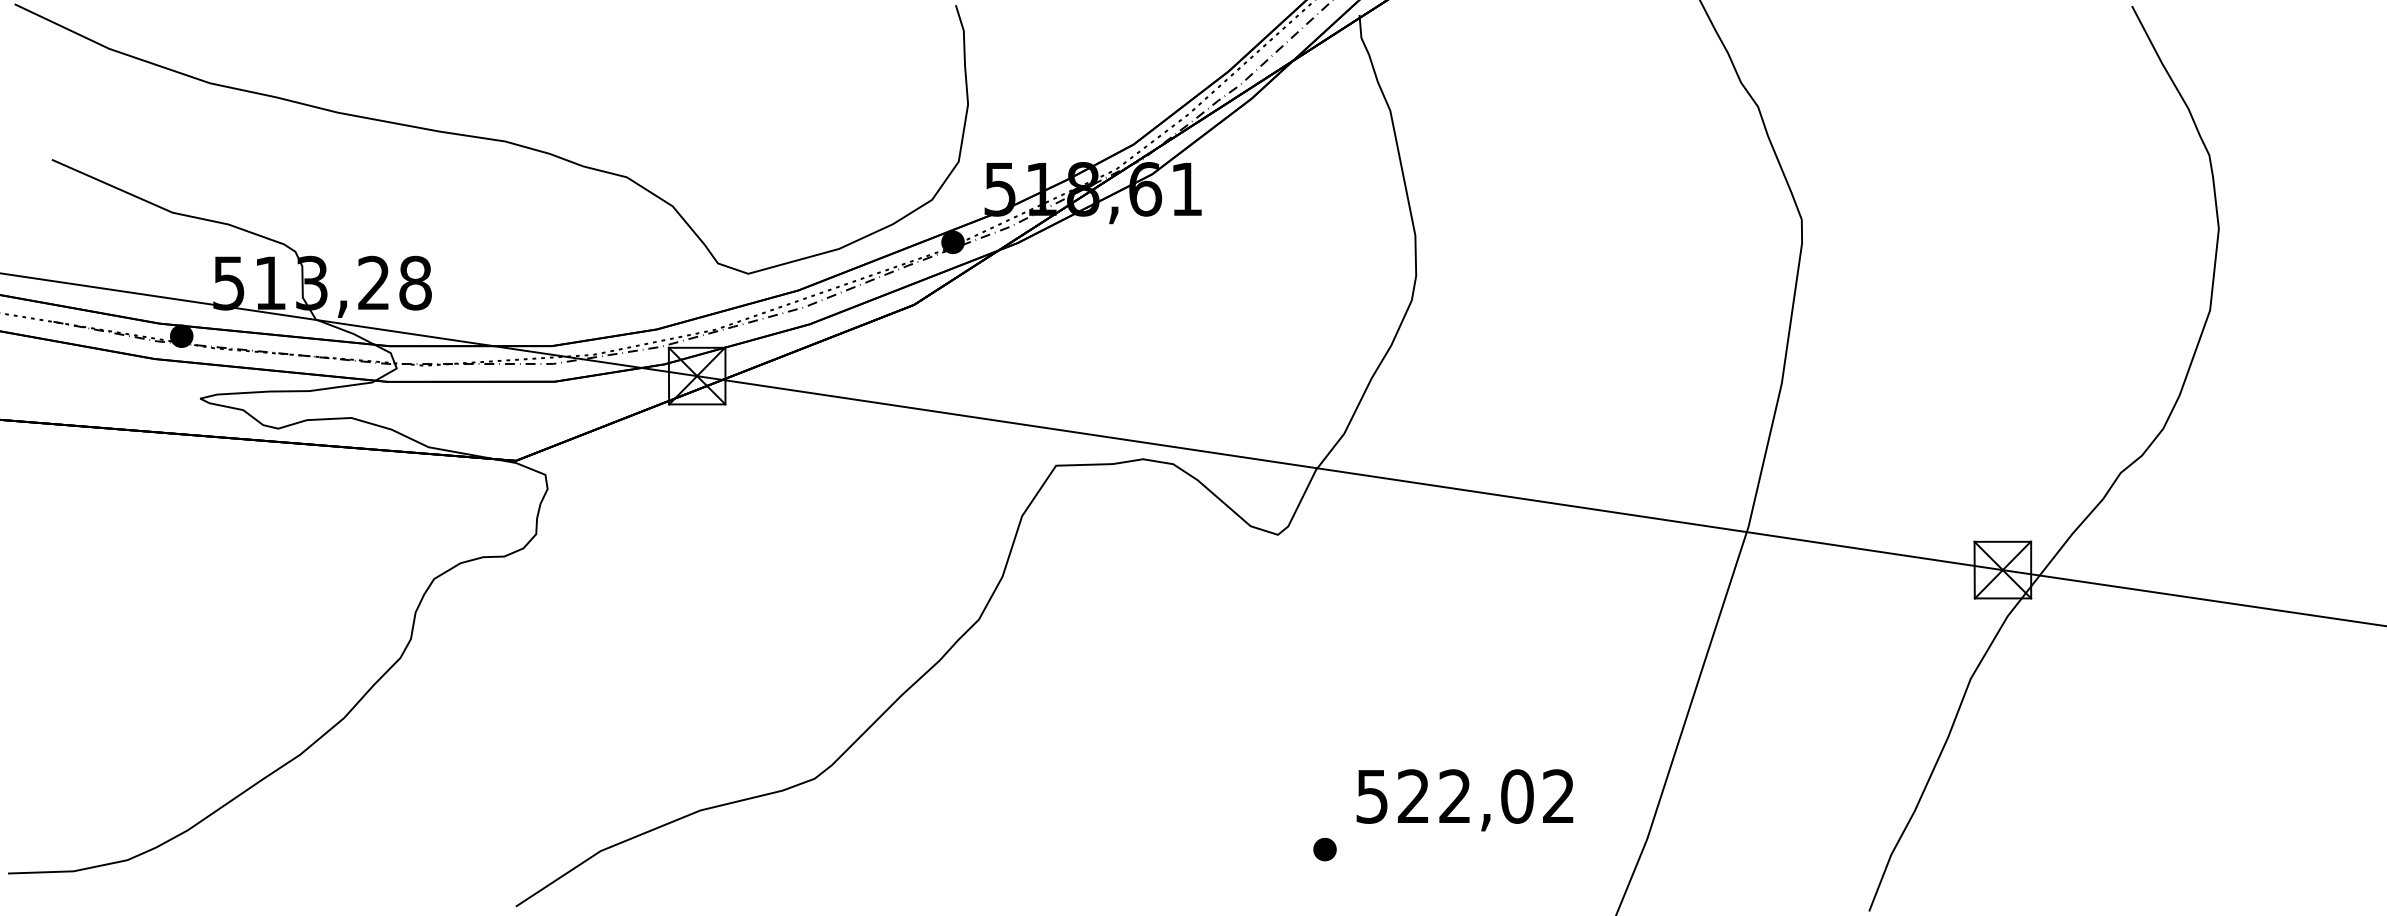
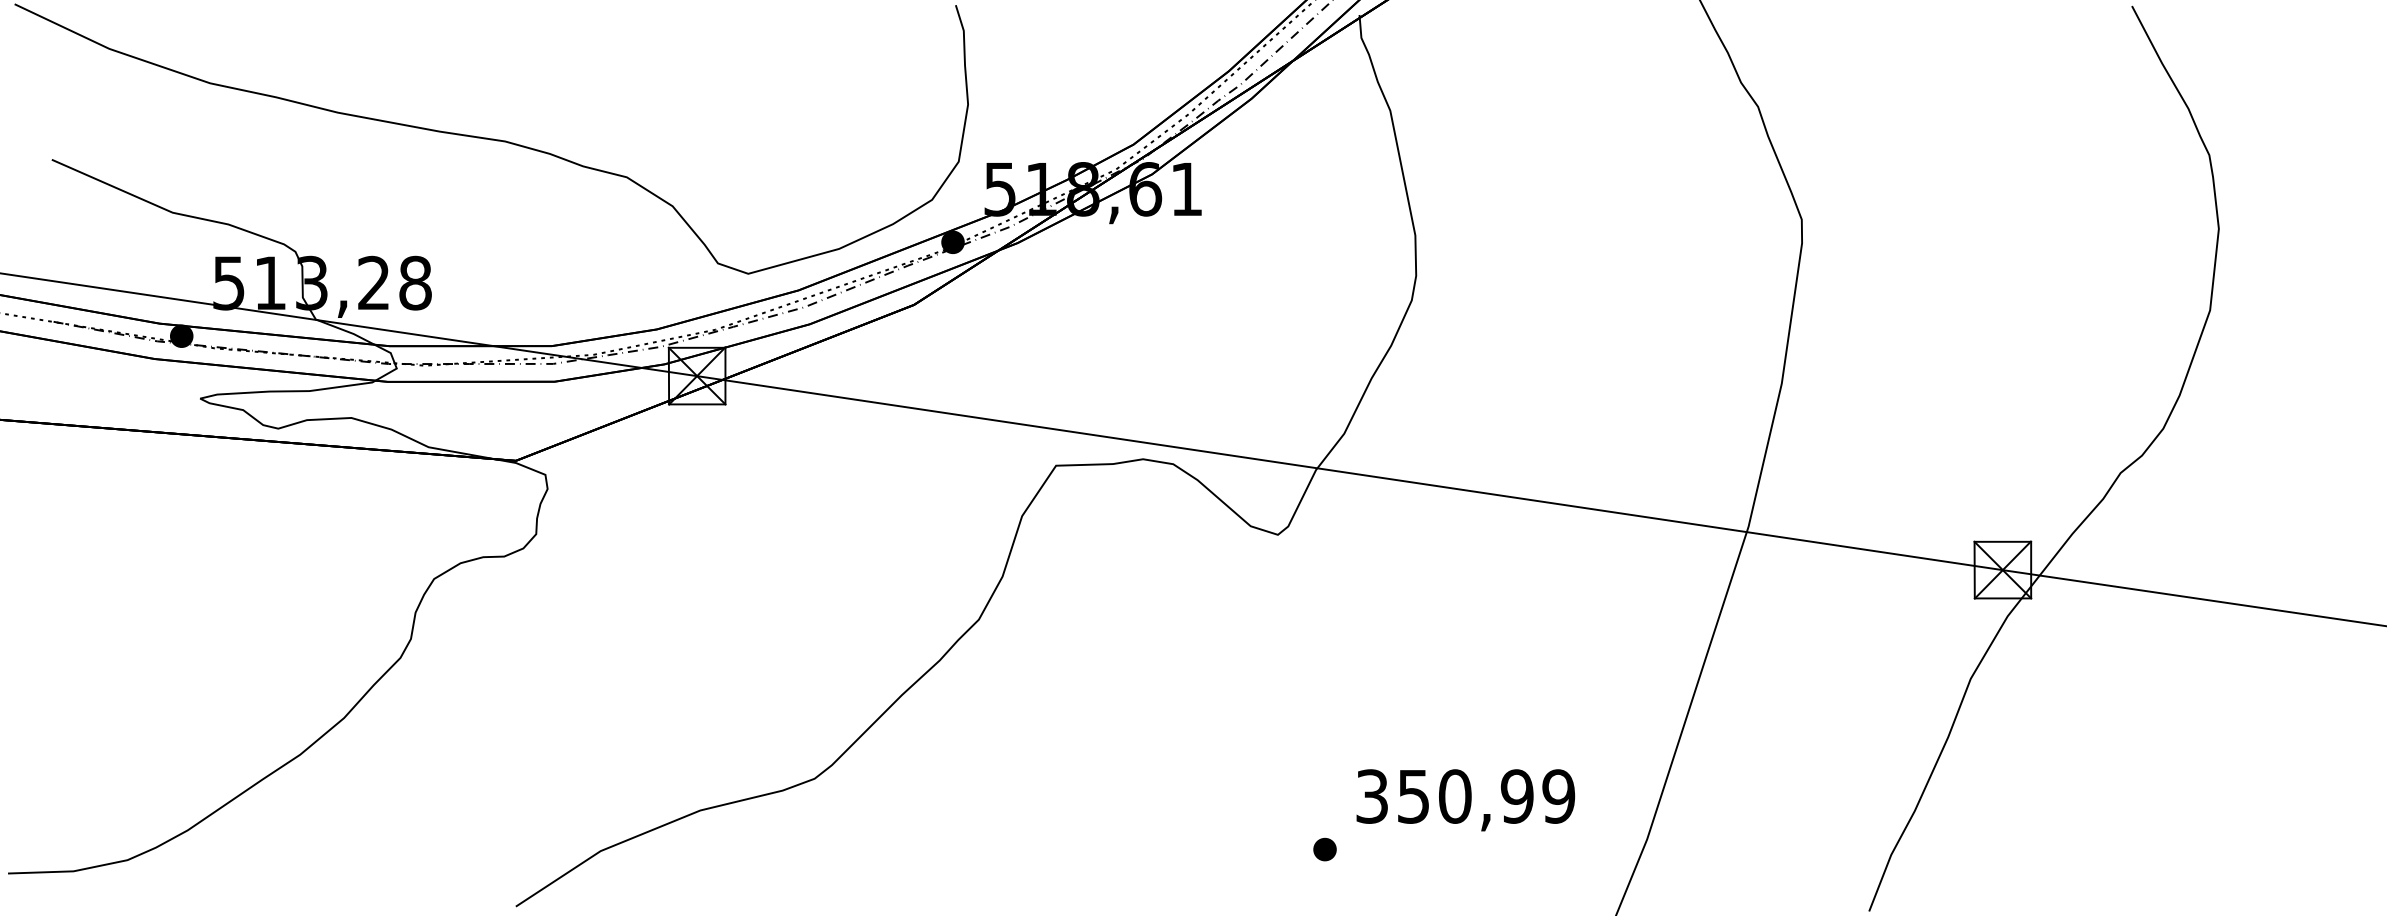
text at (1466, 796): 522,02 -> 350,99
